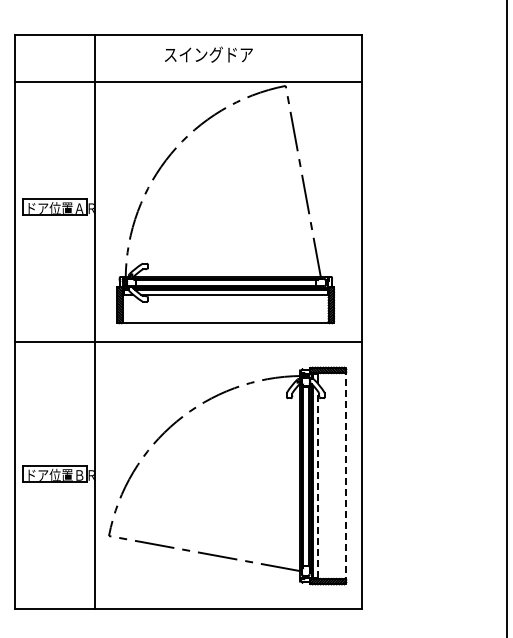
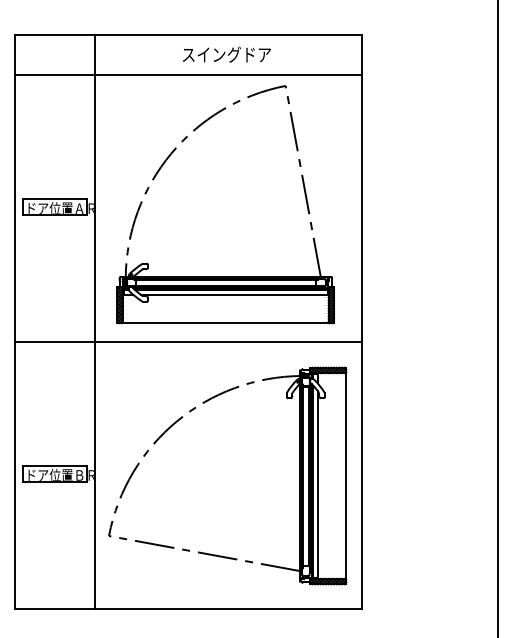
text at (208, 54) position: (208, 54) -> (226, 54)
line at (188, 82) position: (188, 82) -> (188, 75)
line at (506, 318) position: (506, 318) -> (497, 318)
line at (346, 475): dashed -> solid
line at (317, 484): dashed -> solid
